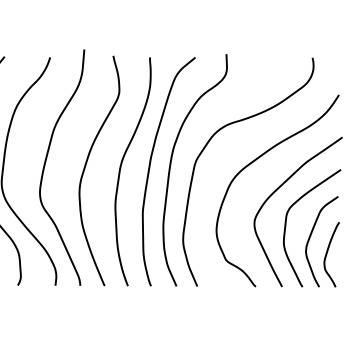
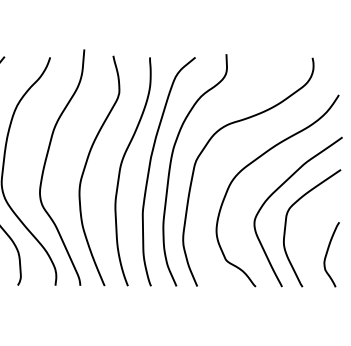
curve at (310, 238): present -> none
